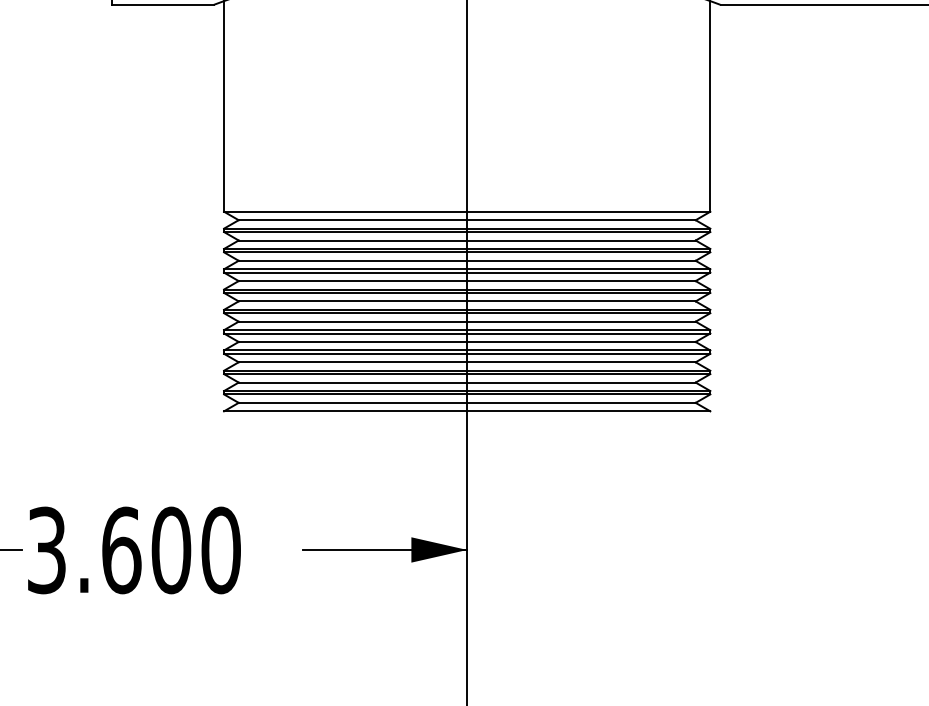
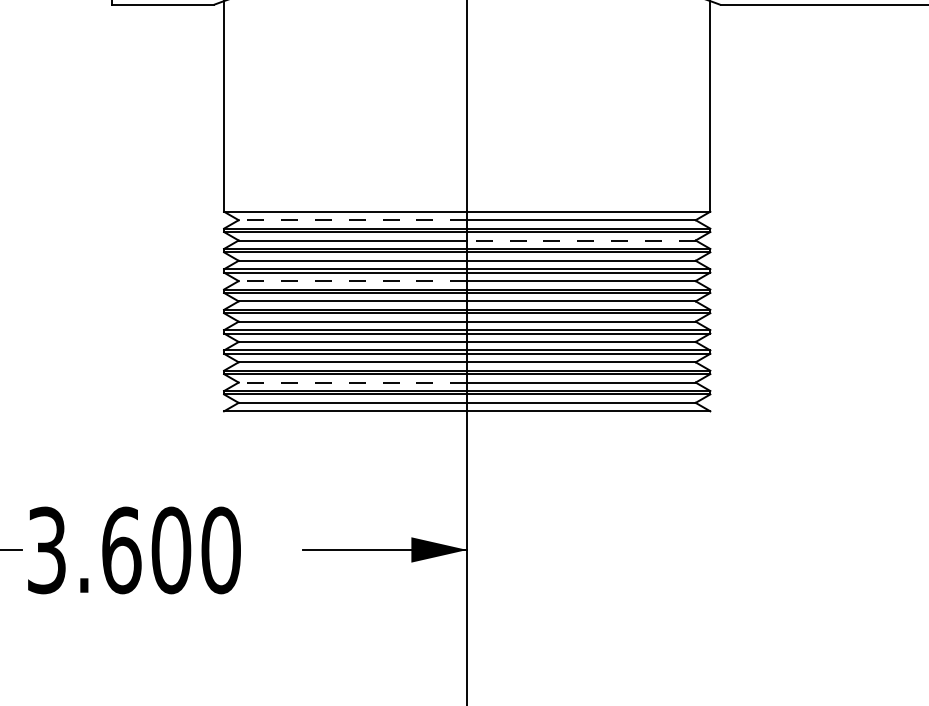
line at (352, 220): solid -> dashed
line at (580, 240): solid -> dashed
line at (352, 281): solid -> dashed
line at (352, 382): solid -> dashed
